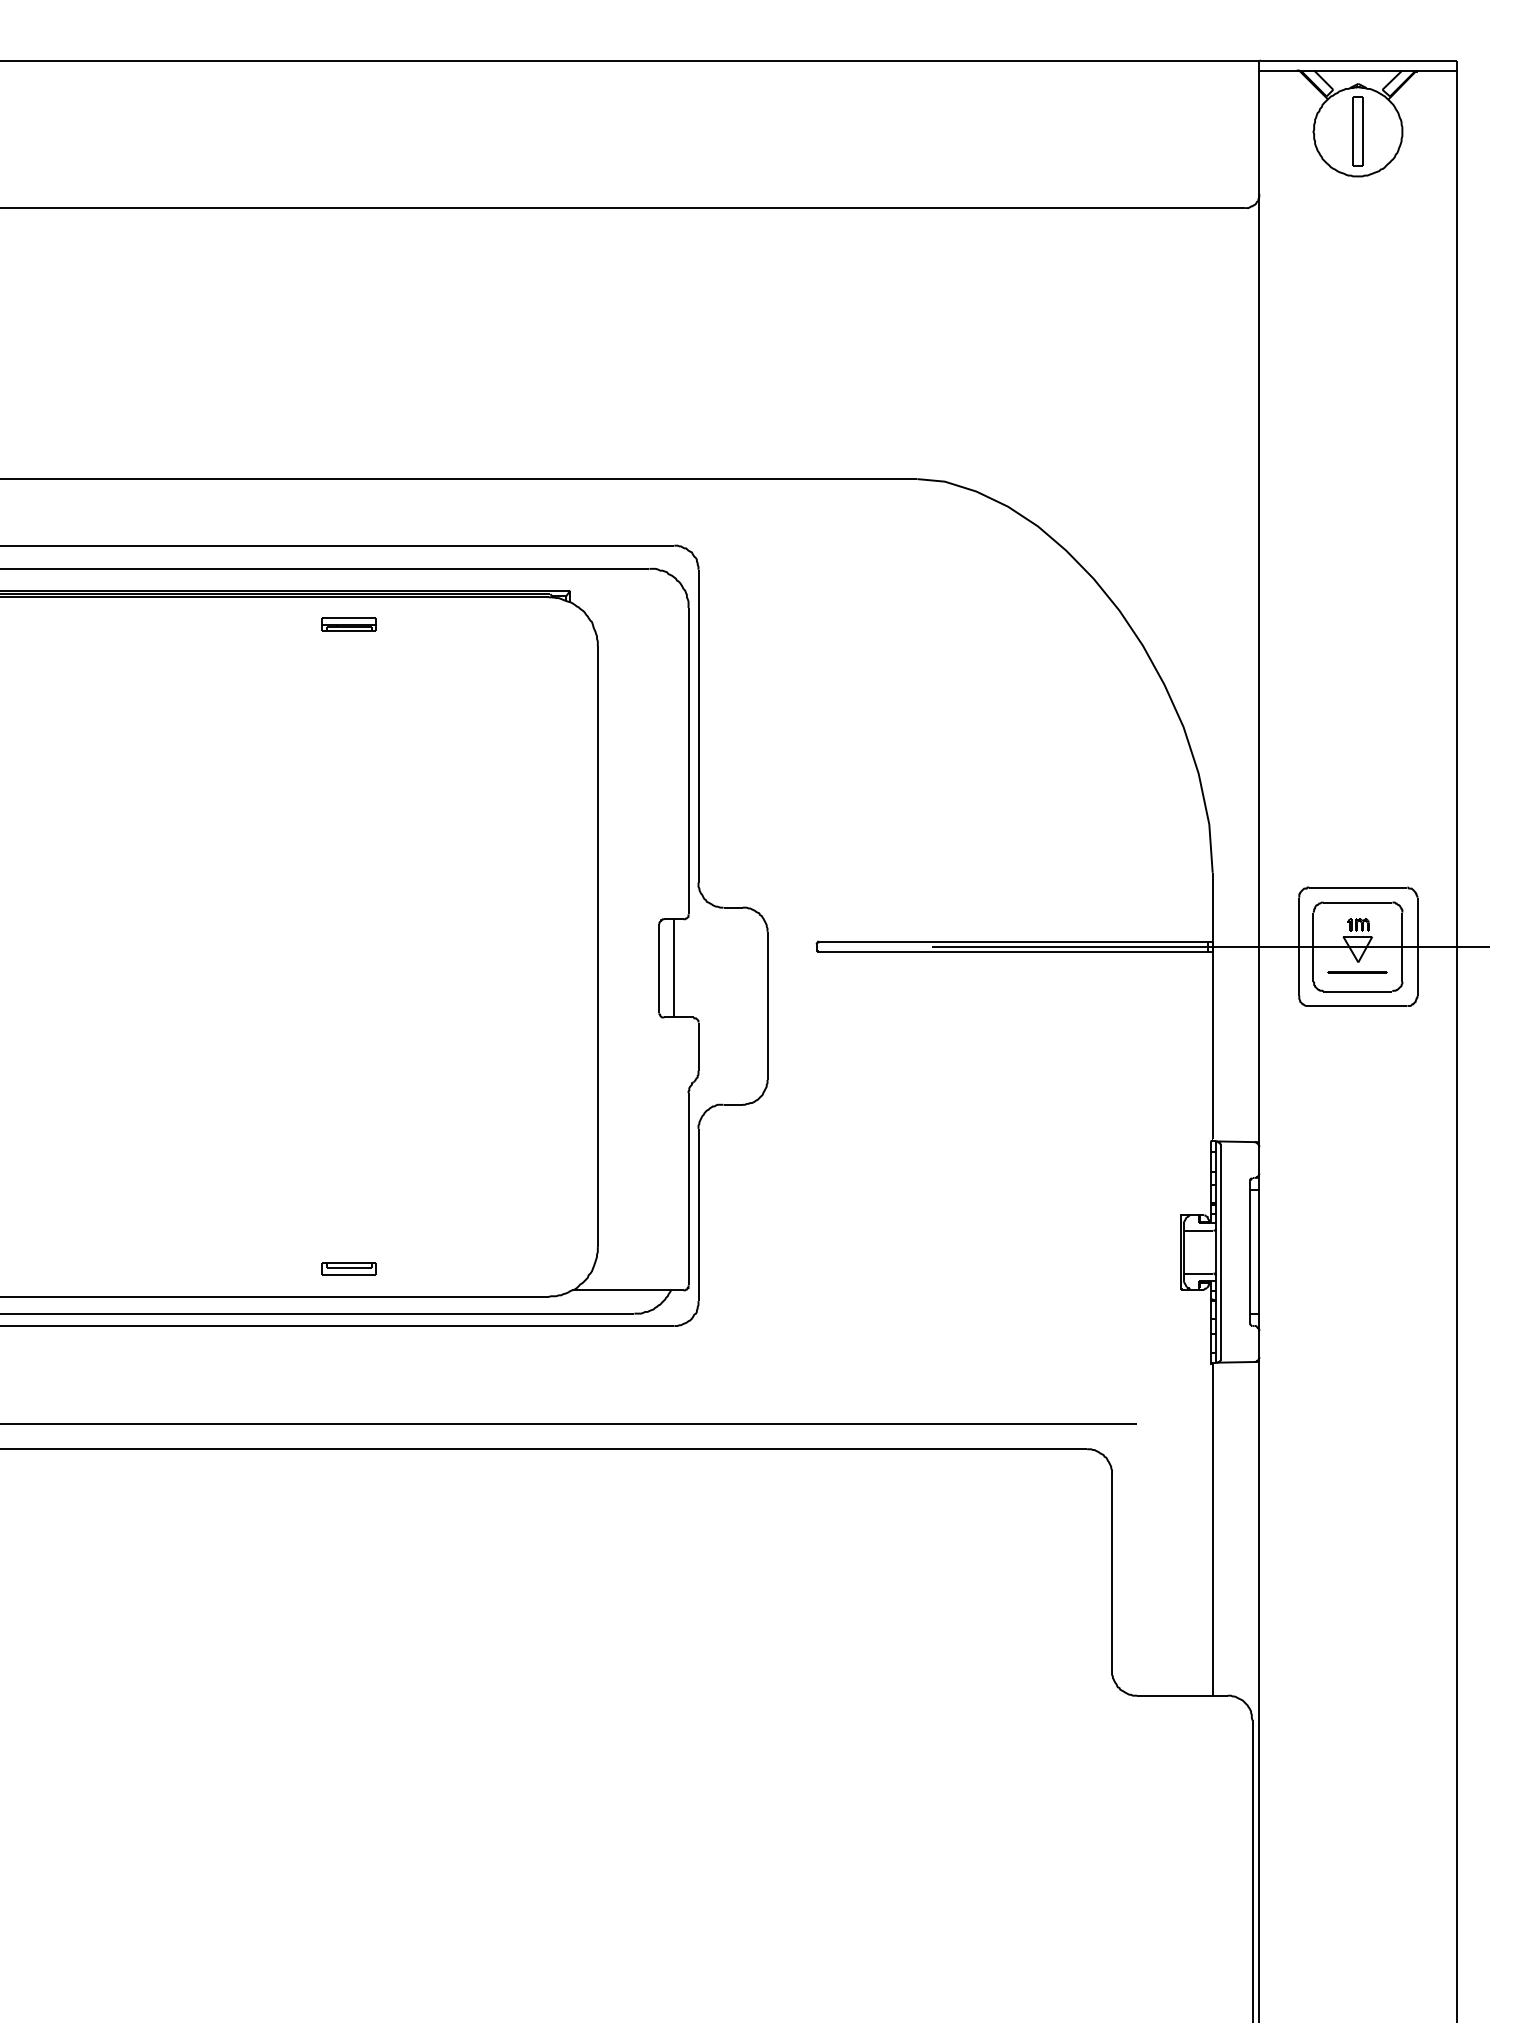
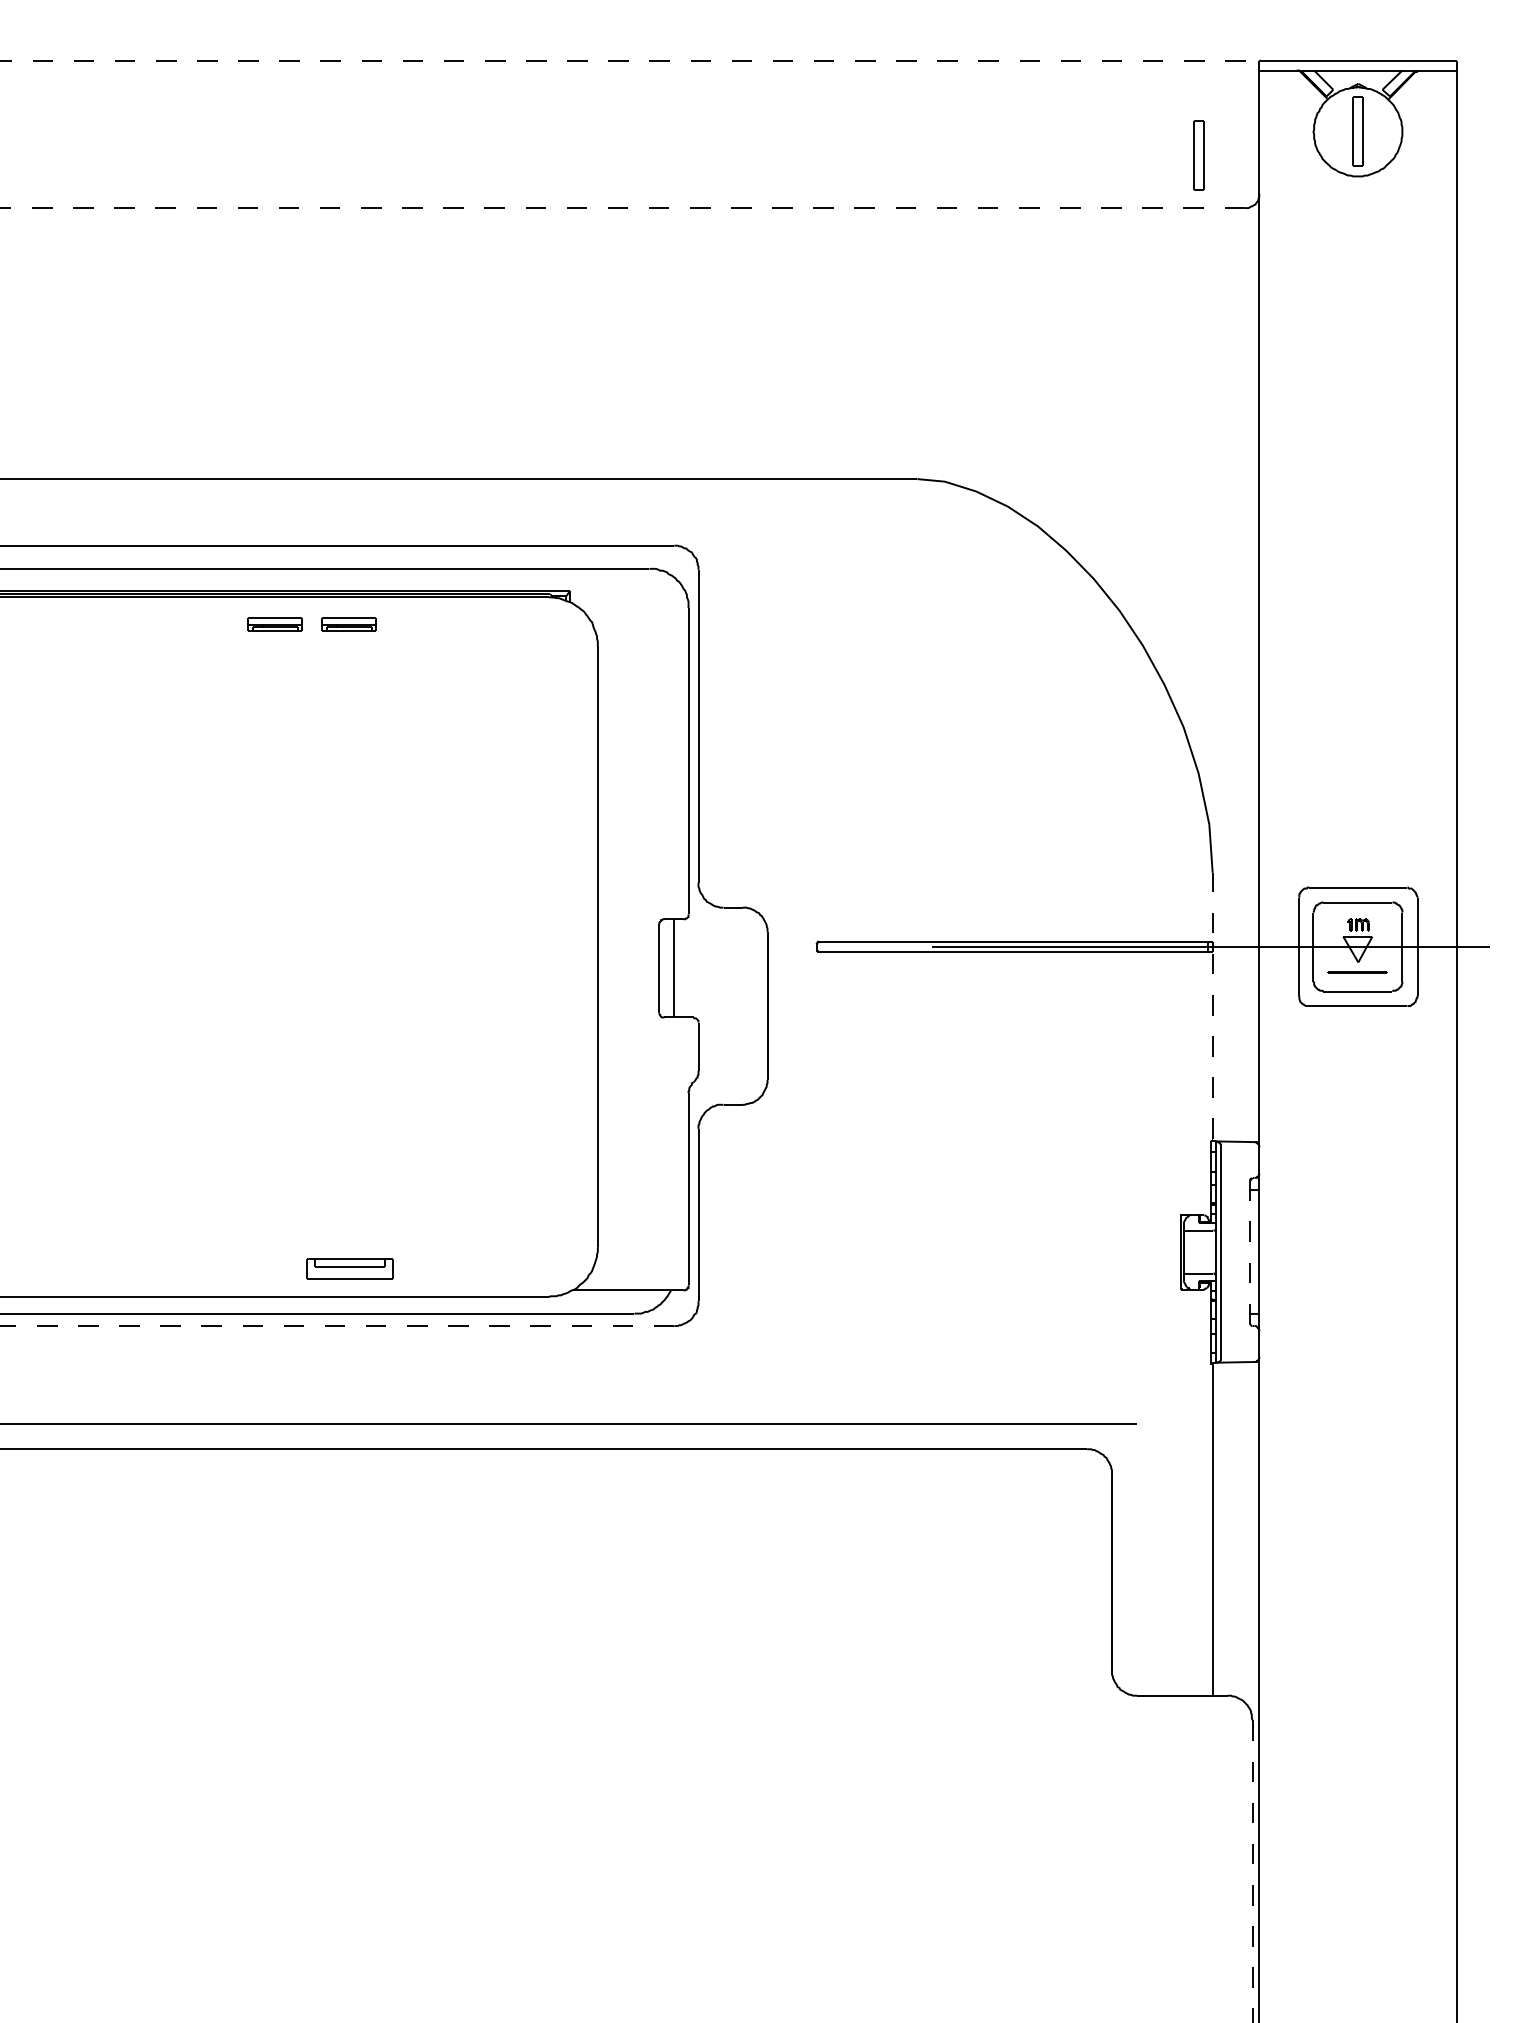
line at (630, 60): solid -> dashed
part at (1198, 155): none -> present
line at (622, 208): solid -> dashed
part at (274, 624): none -> present
line at (1212, 1005): solid -> dashed
line at (1250, 1251): solid -> dashed
part at (348, 1268) size: 56x14 px -> 88x22 px
line at (337, 1326): solid -> dashed
line at (1252, 1871): solid -> dashed
